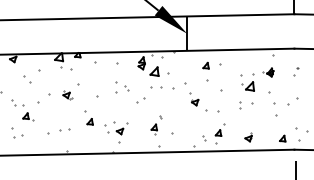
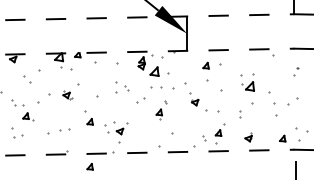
line at (147, 17): solid -> dashed
line at (147, 51): solid -> dashed
part at (268, 72): present -> none
part at (240, 105) position: (240, 105) -> (240, 114)
part at (156, 125) position: (156, 125) -> (161, 110)
line at (147, 152): solid -> dashed
part at (89, 166): none -> present
